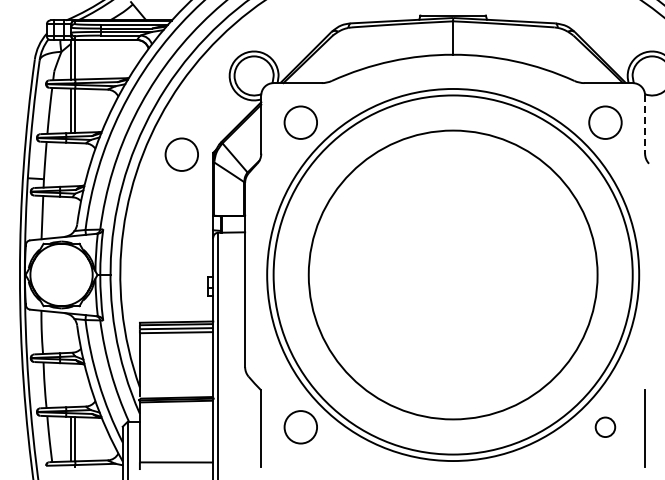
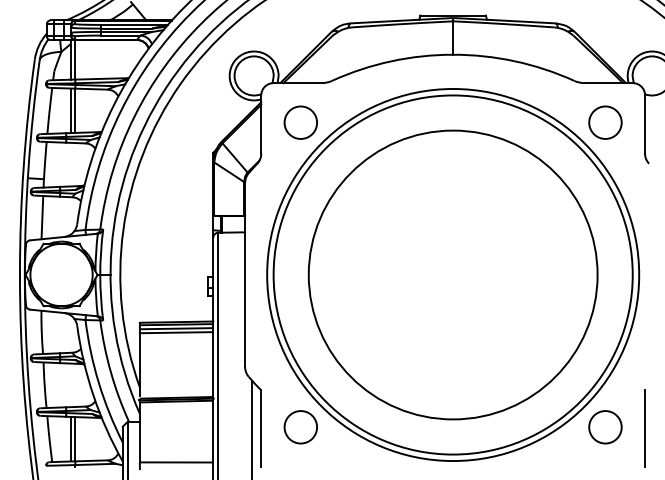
line at (645, 125): dashed -> solid
circle at (181, 154): present -> none
circle at (605, 427) diameter: 20 px -> 33 px
line at (252, 428): none -> present
